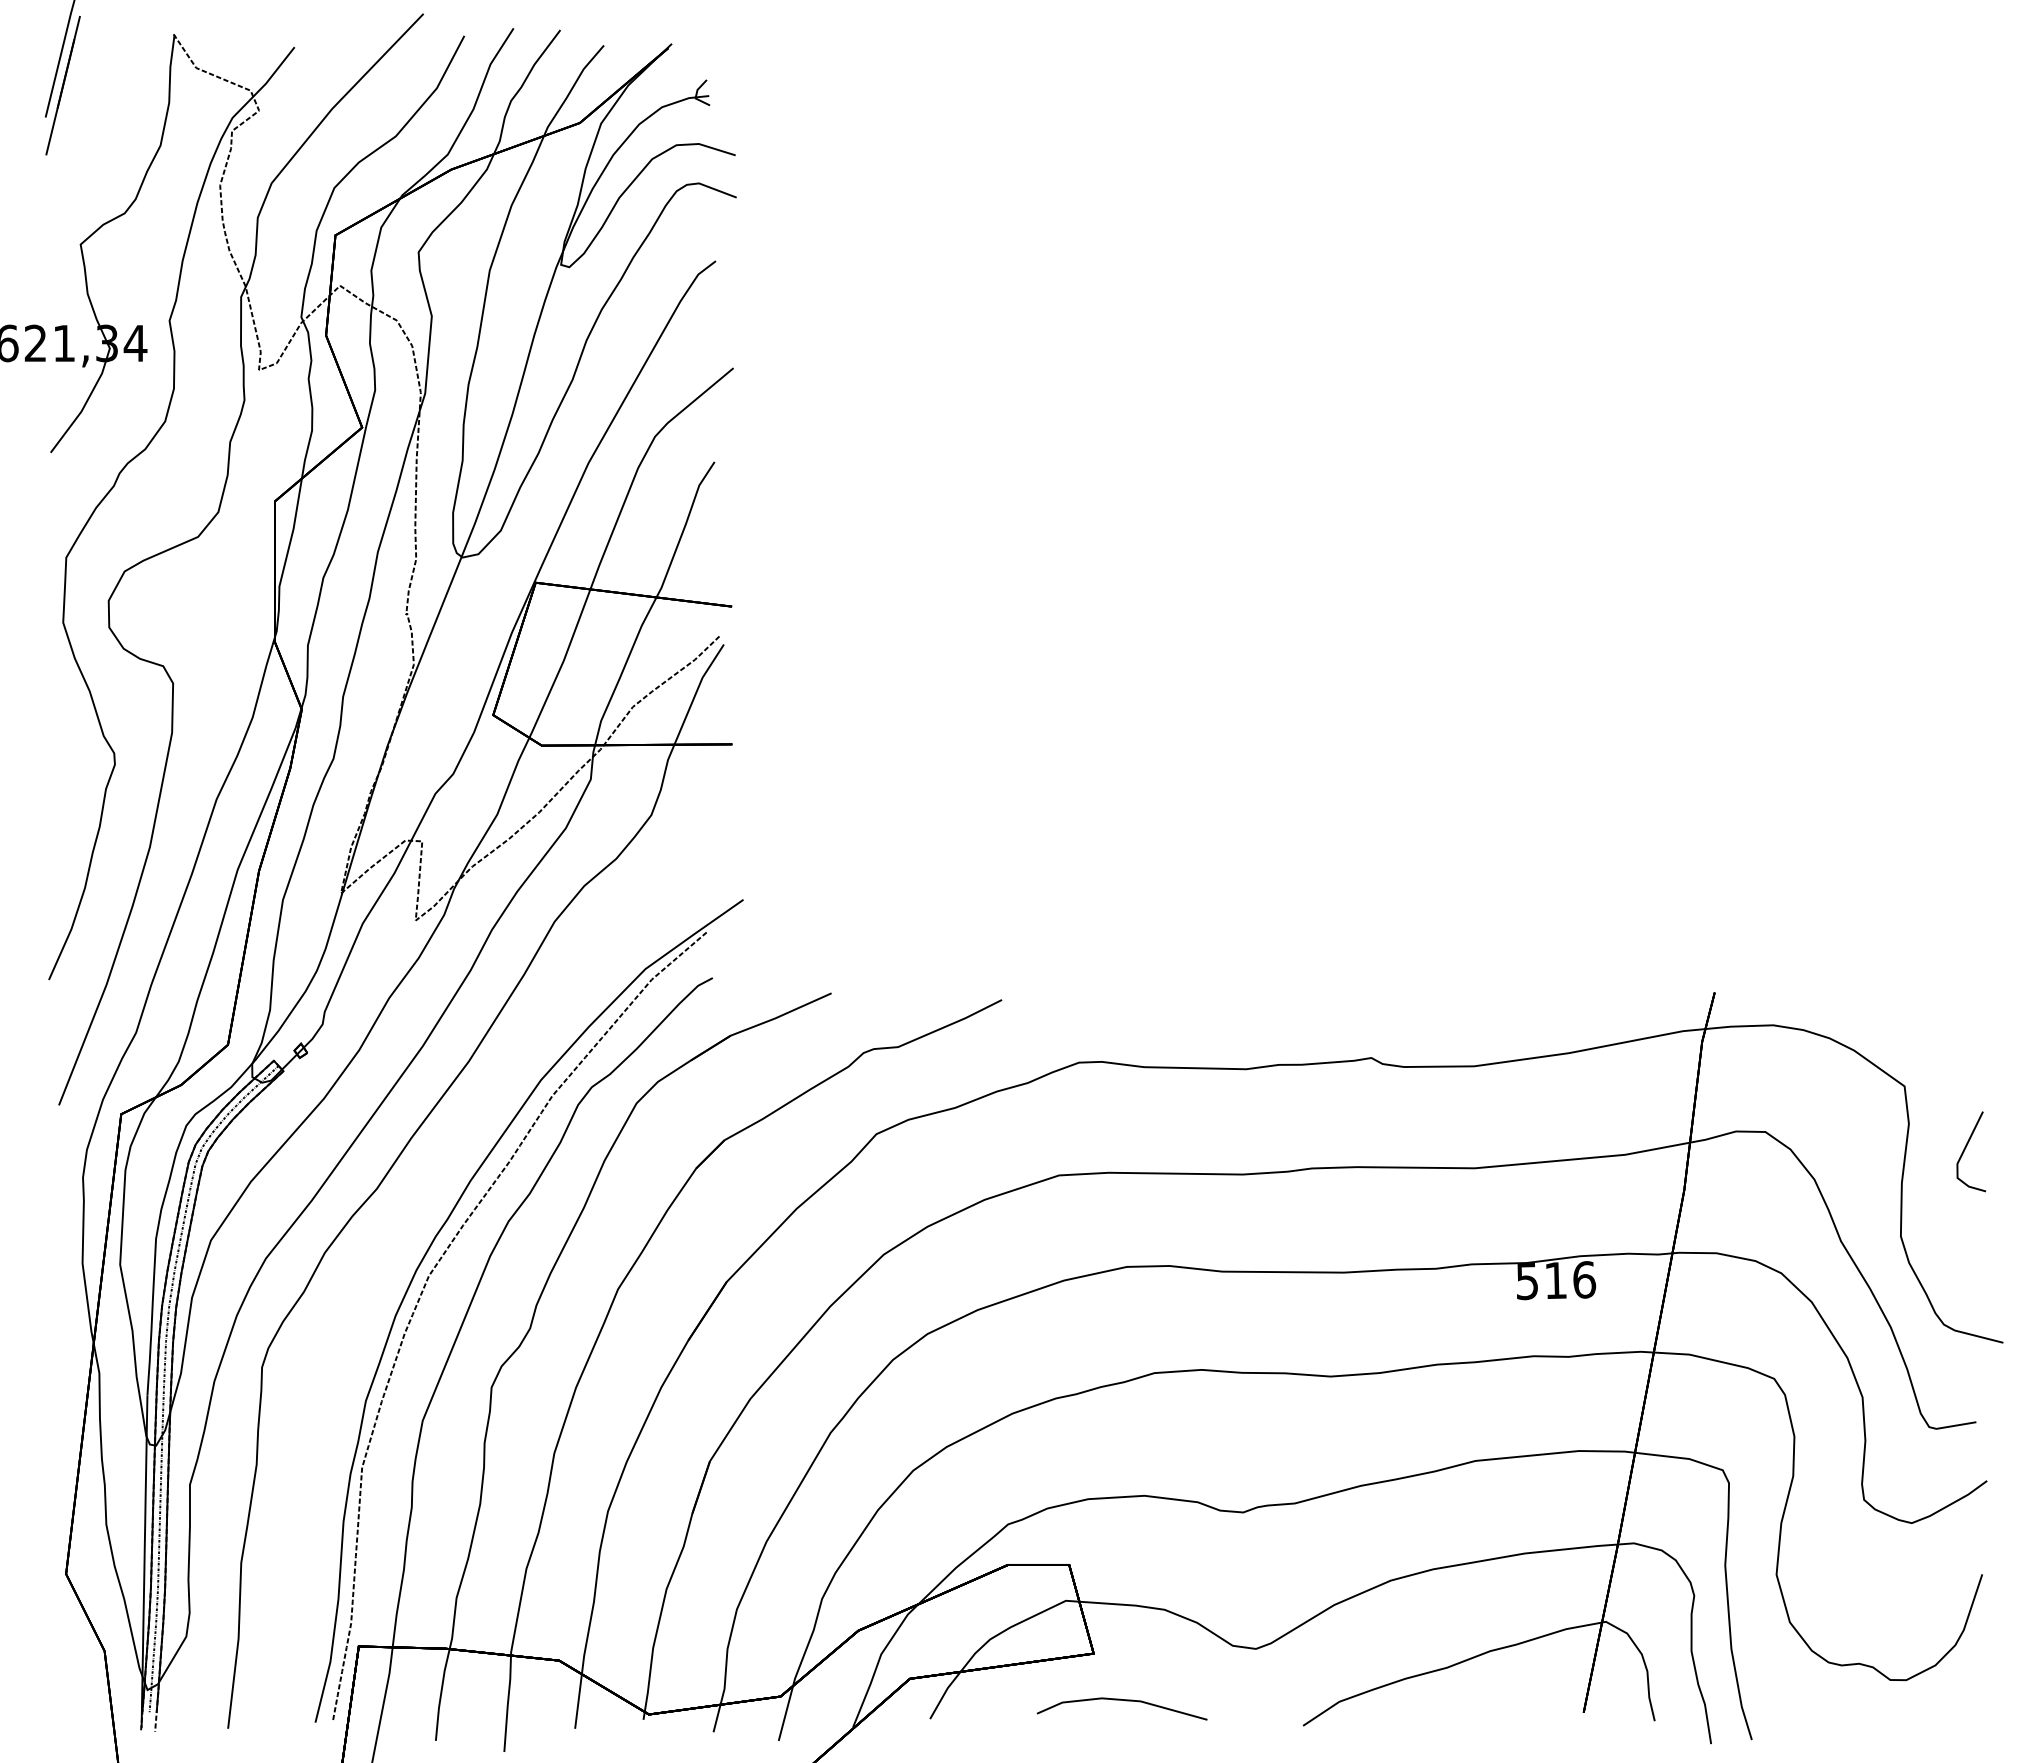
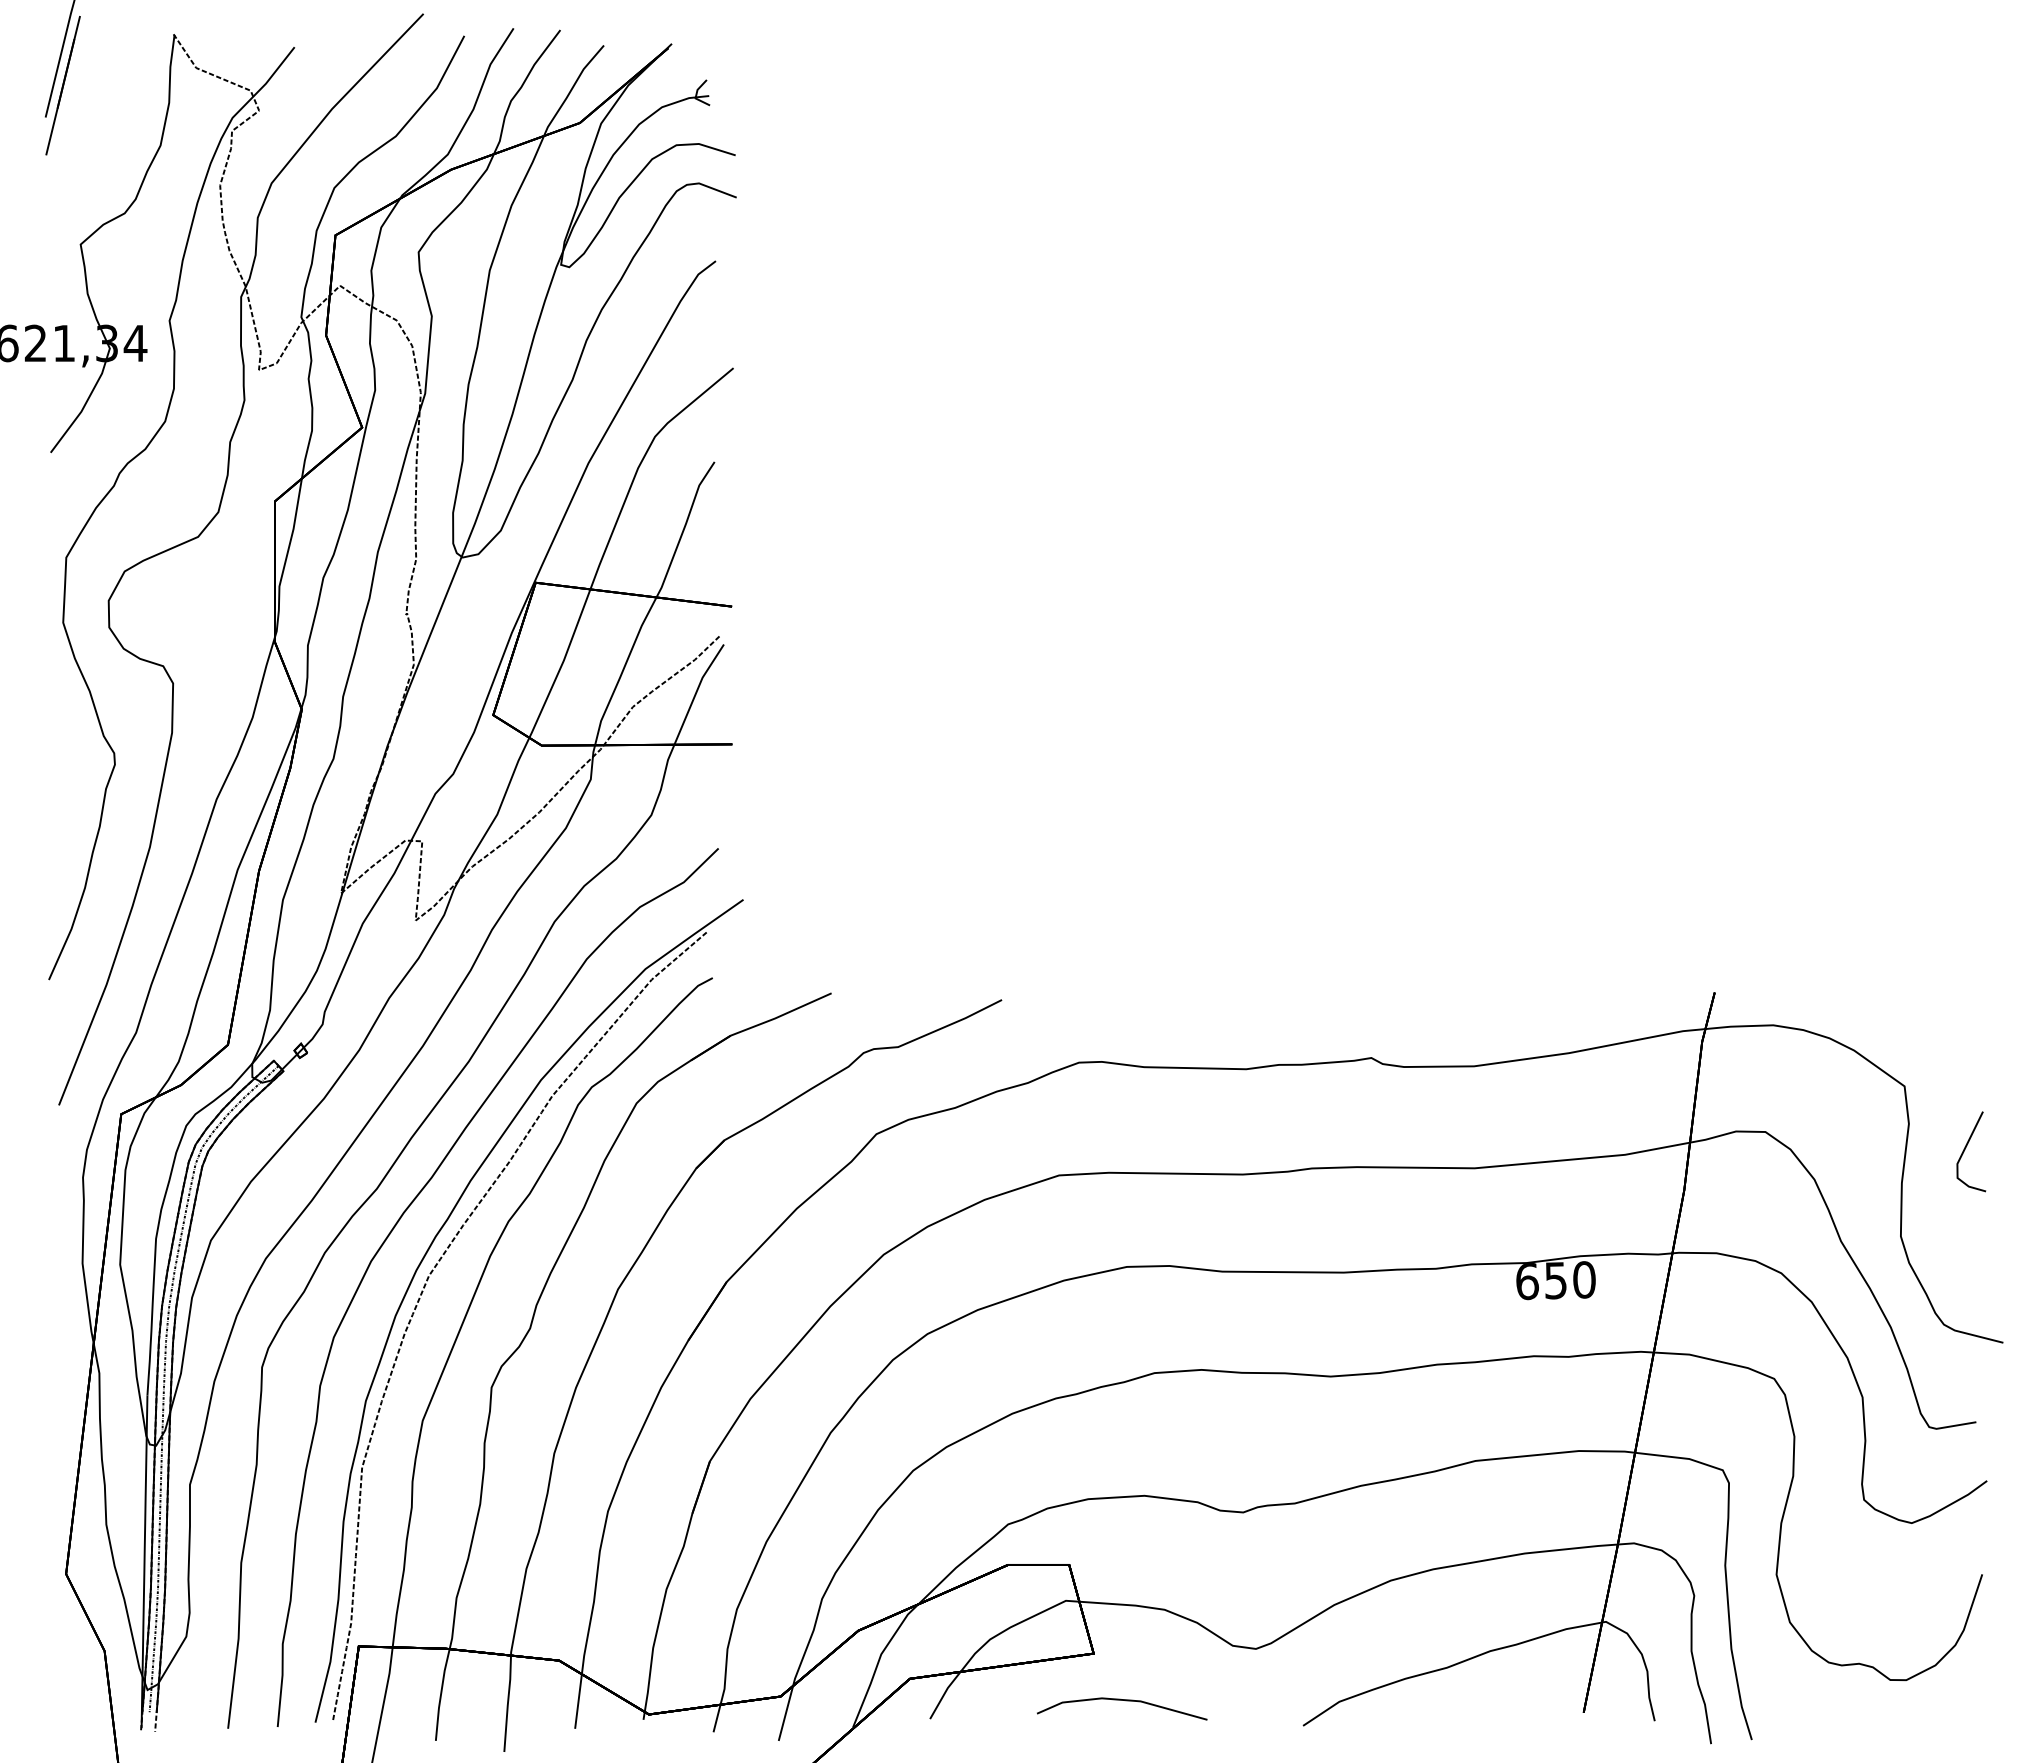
curve at (399, 1221): none -> present
text at (1556, 1280): 516 -> 650
